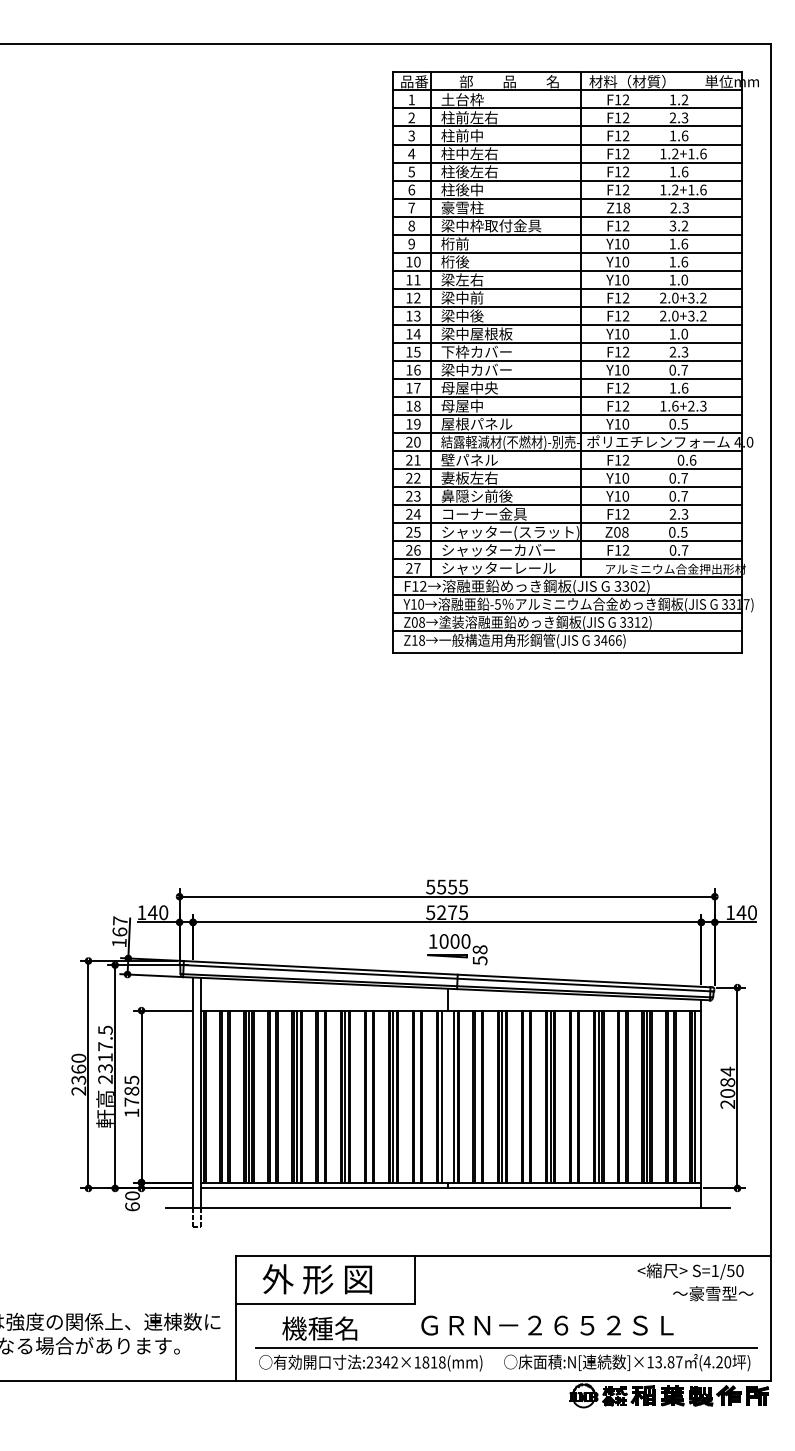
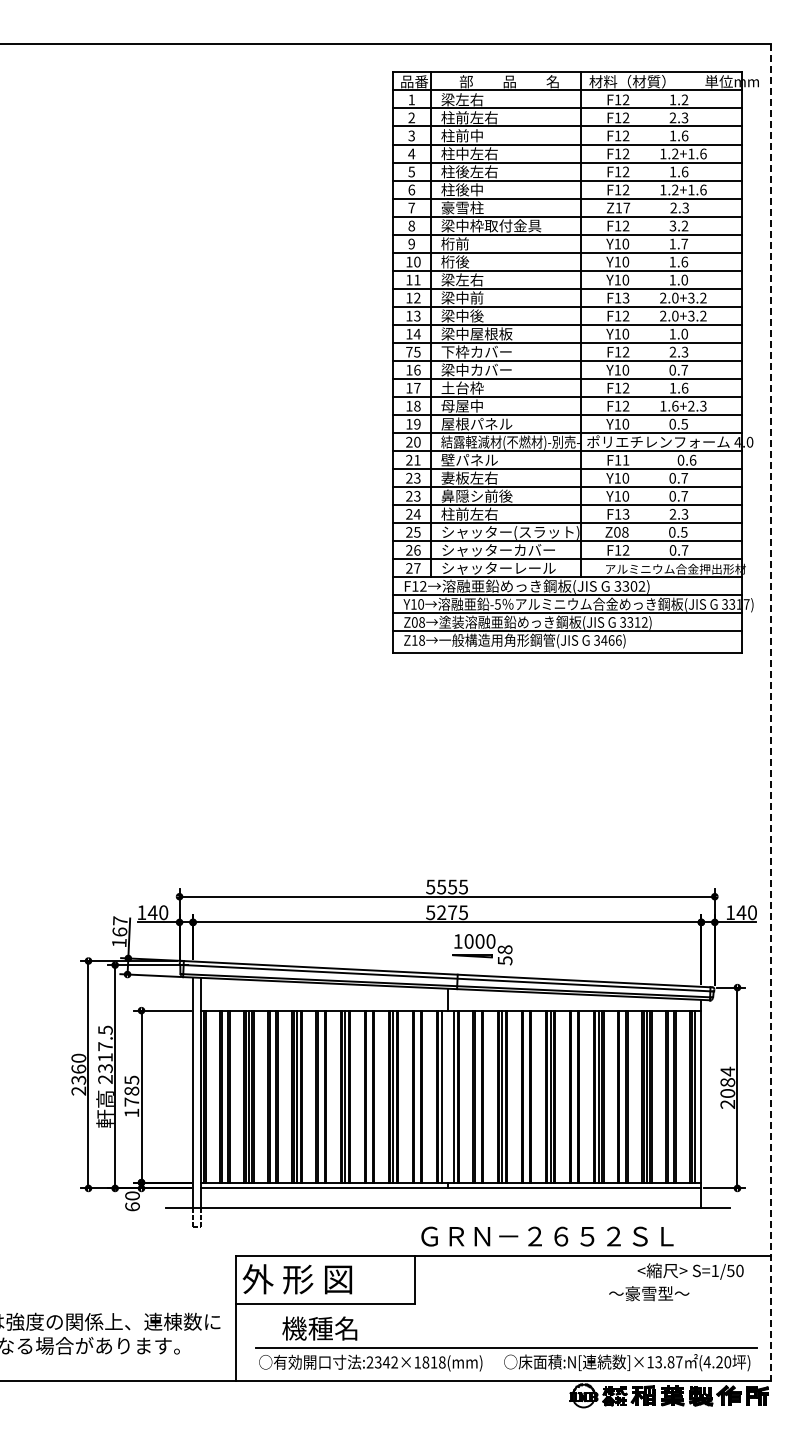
text at (462, 99): 土台枠 -> 梁左右
text at (626, 207): Z18 -> Z17
text at (684, 243): 1.6 -> 1.7
text at (626, 298): F12 -> F13
text at (409, 351): 15 -> 75
text at (469, 387): 母屋中央 -> 土台枠
text at (625, 459): F12 -> F11
text at (417, 478): 22 -> 23
text at (483, 513): コーナー金具 -> 柱前左右
text at (625, 514): F12 -> F13
line at (771, 712): solid -> dashed
part at (457, 949) position: (457, 949) -> (482, 949)
text at (316, 1279) position: (316, 1279) -> (296, 1279)
text at (713, 1293) position: (713, 1293) -> (649, 1293)
text at (547, 1325) position: (547, 1325) -> (547, 1236)
